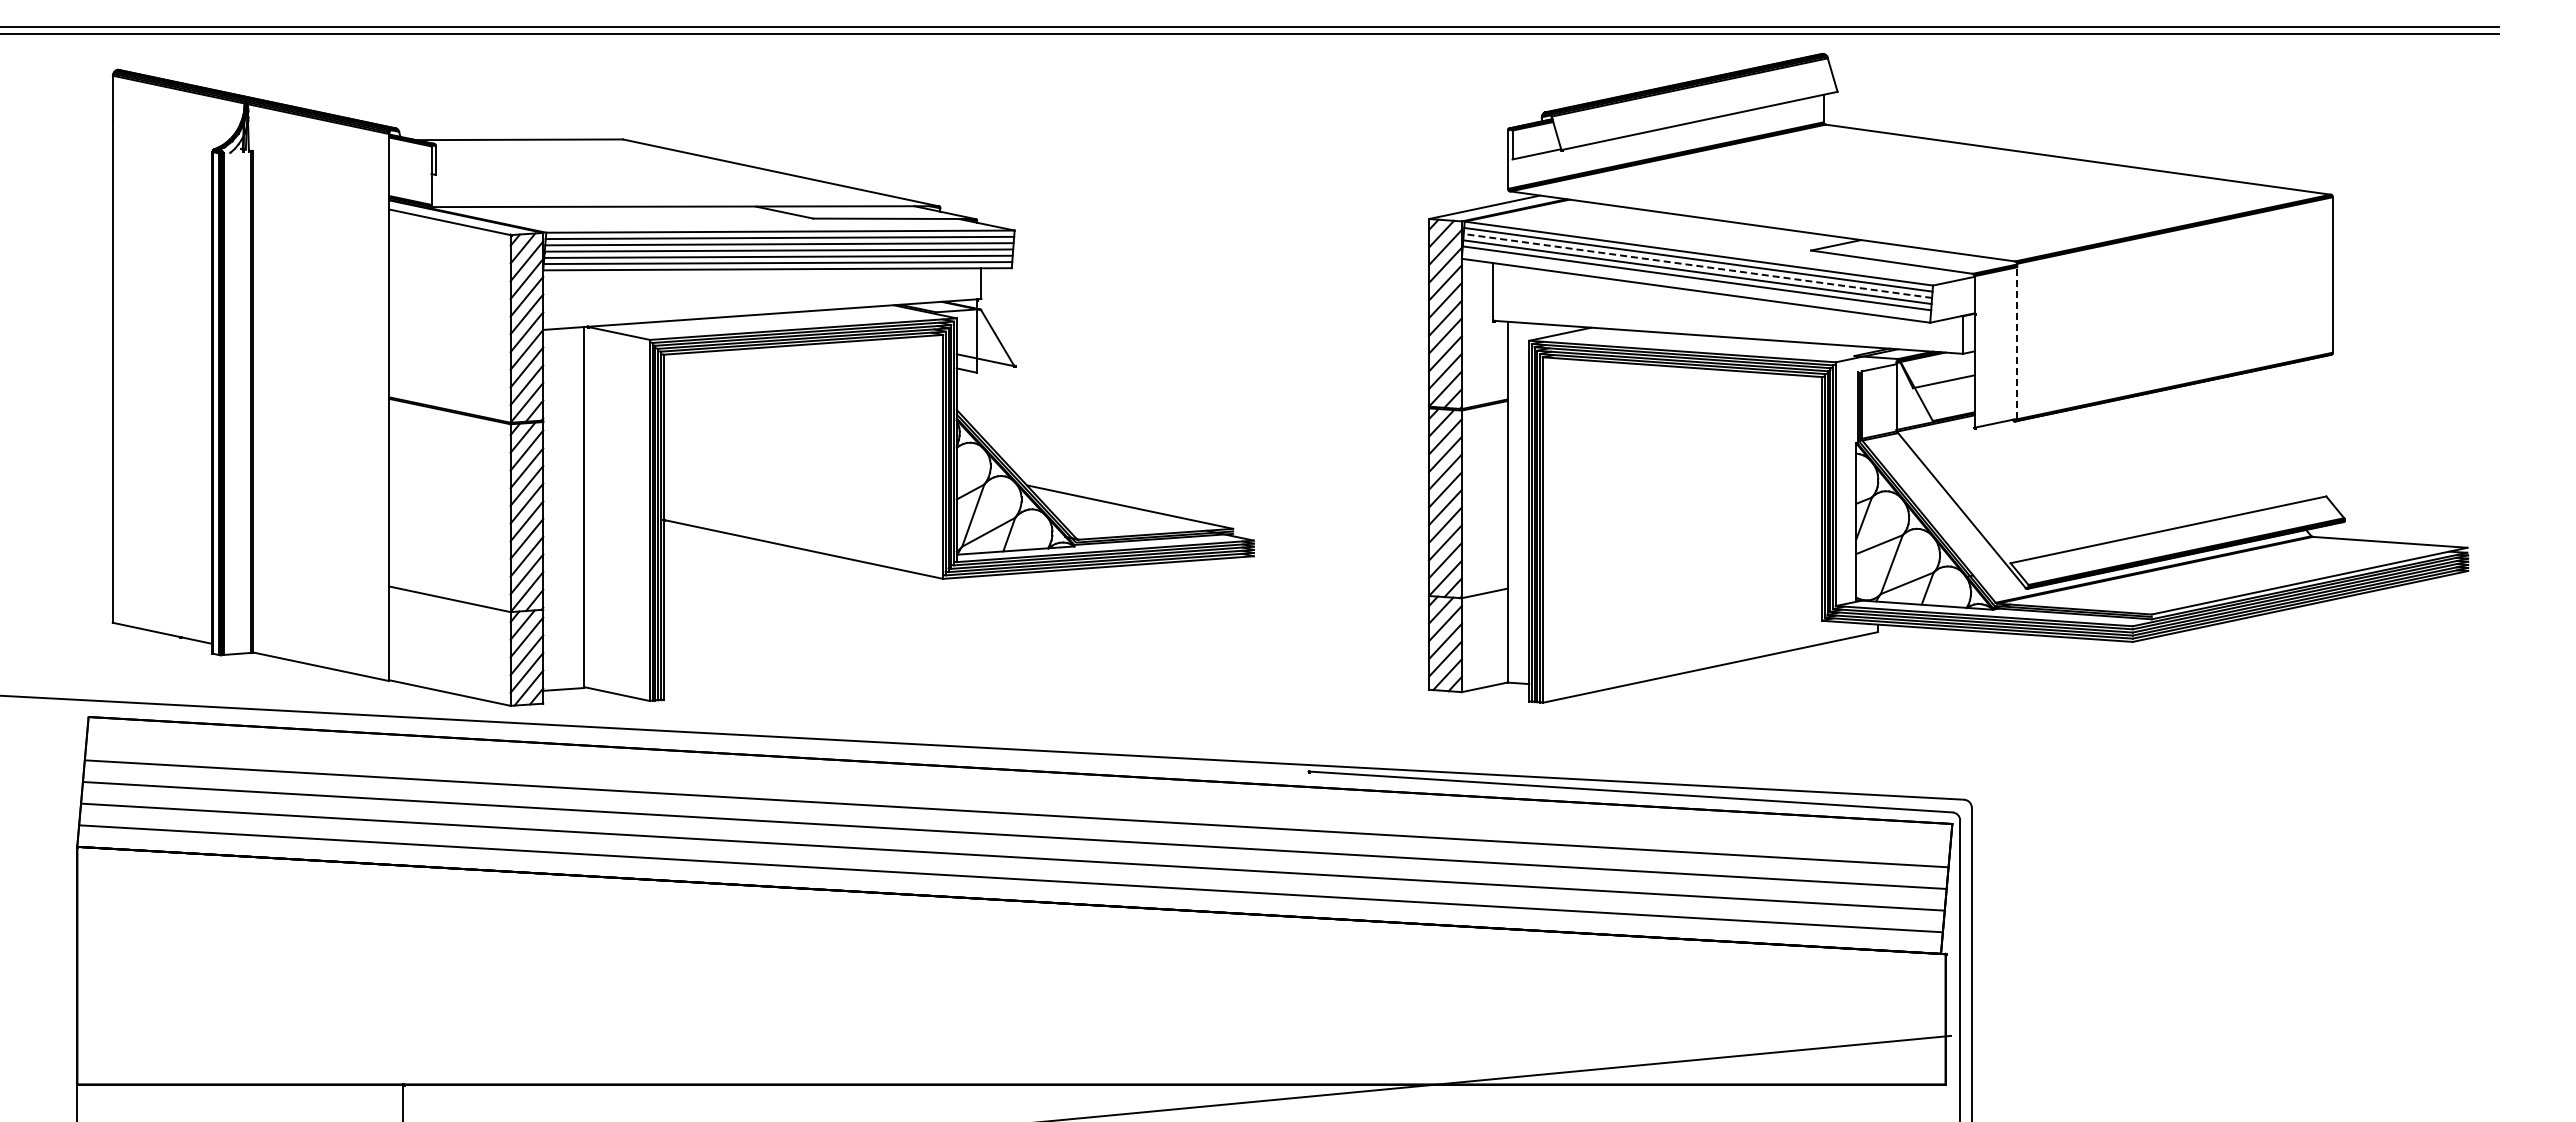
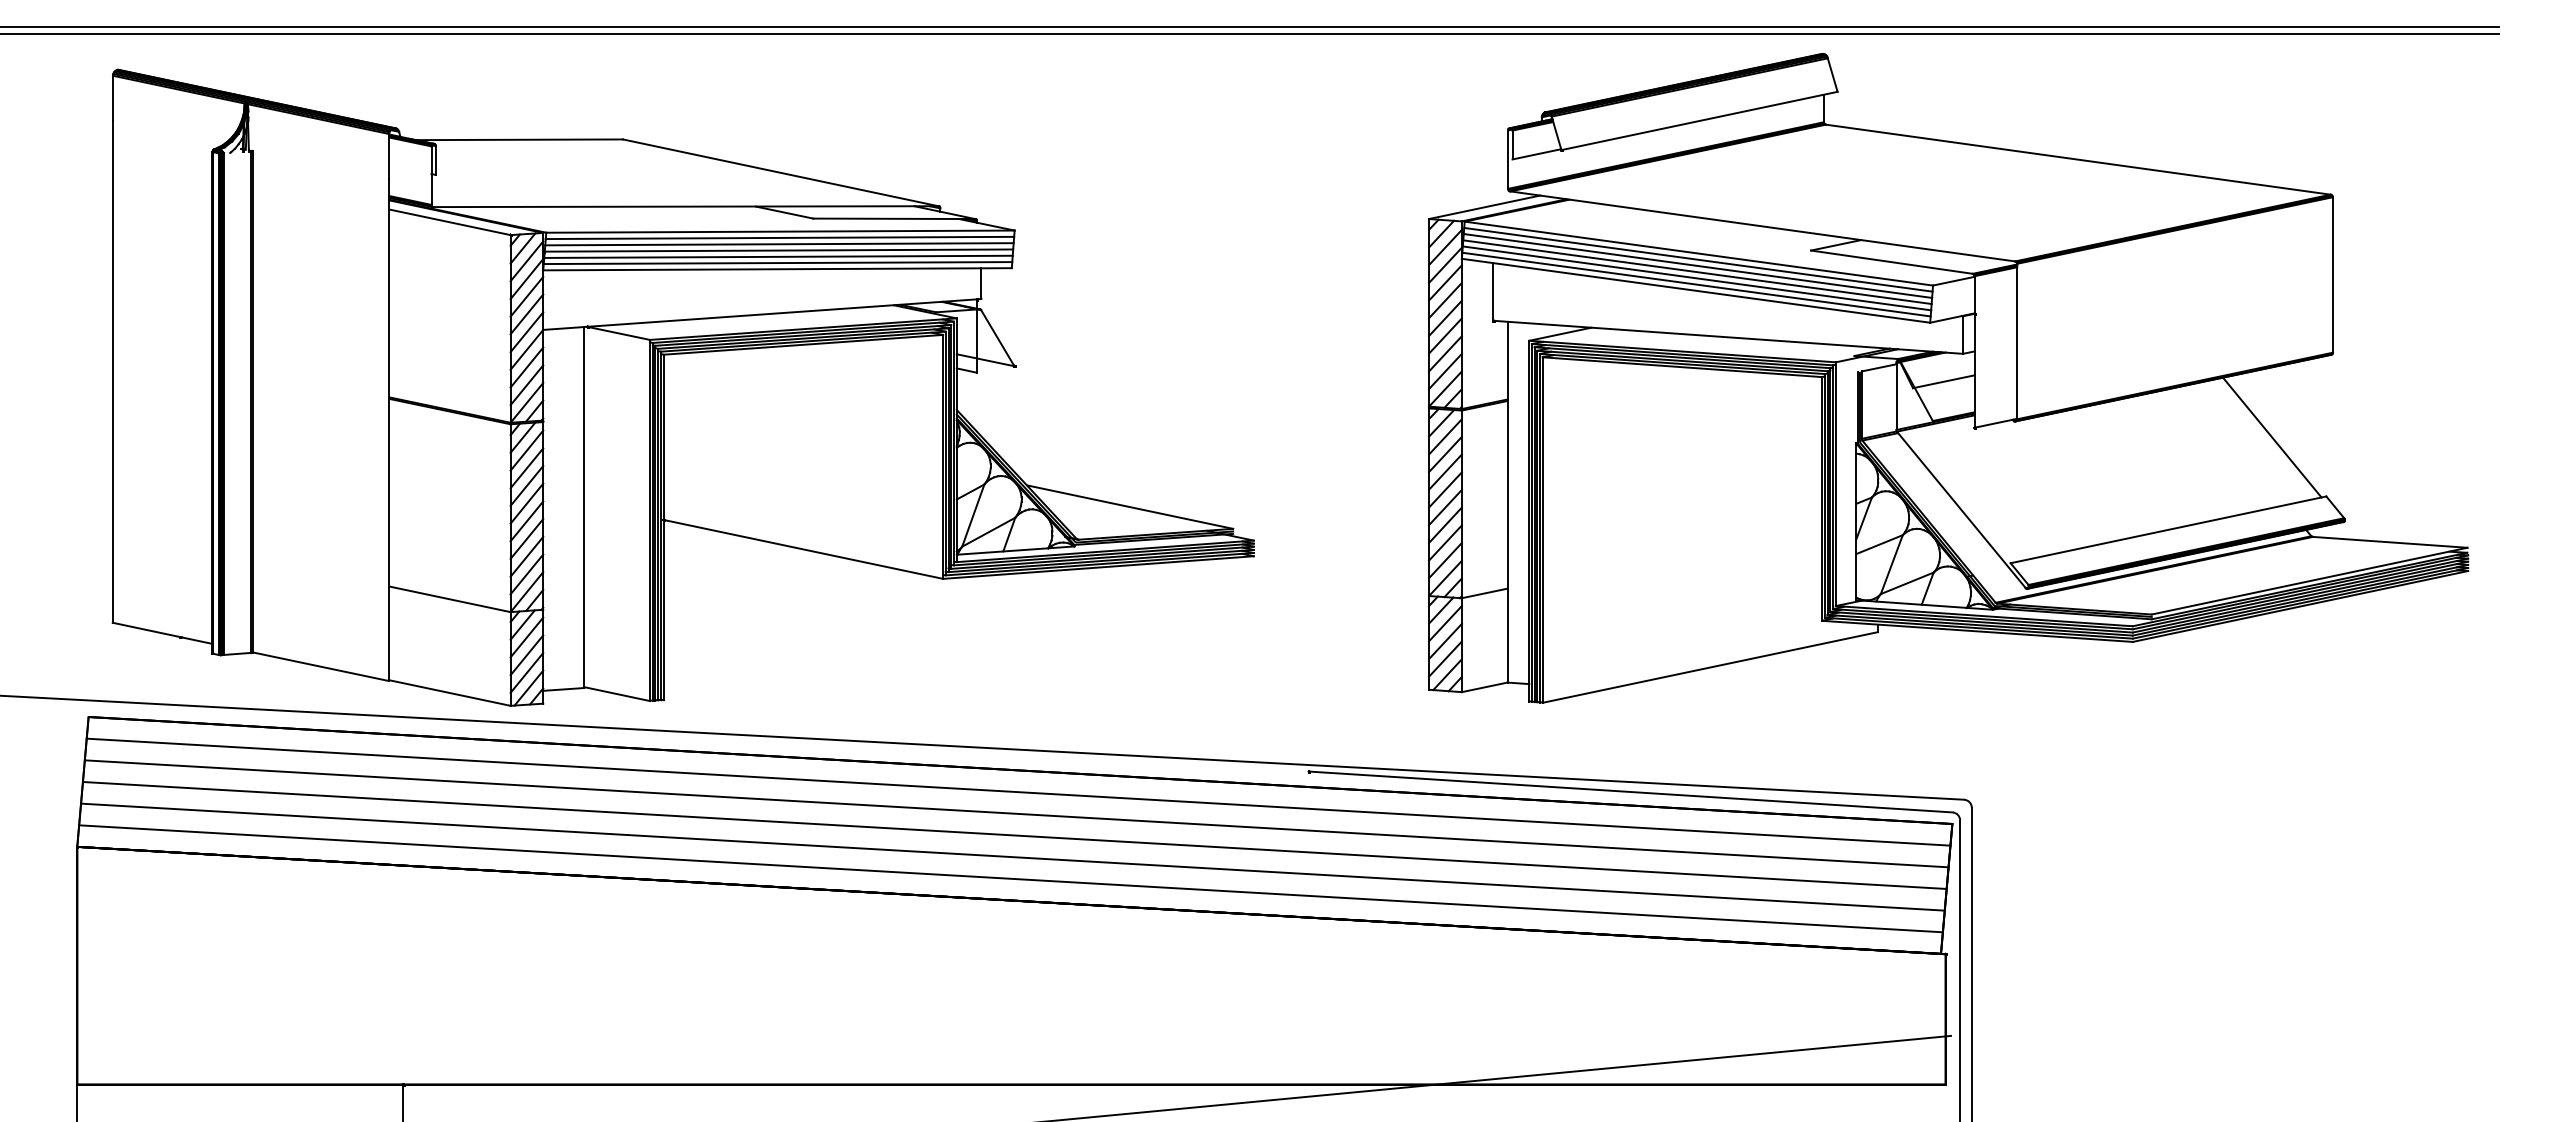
line at (1697, 265): dashed -> solid
line at (1696, 284): none -> present
line at (2017, 341): dashed -> solid
line at (2272, 437): none -> present
line at (1018, 791): none -> present
